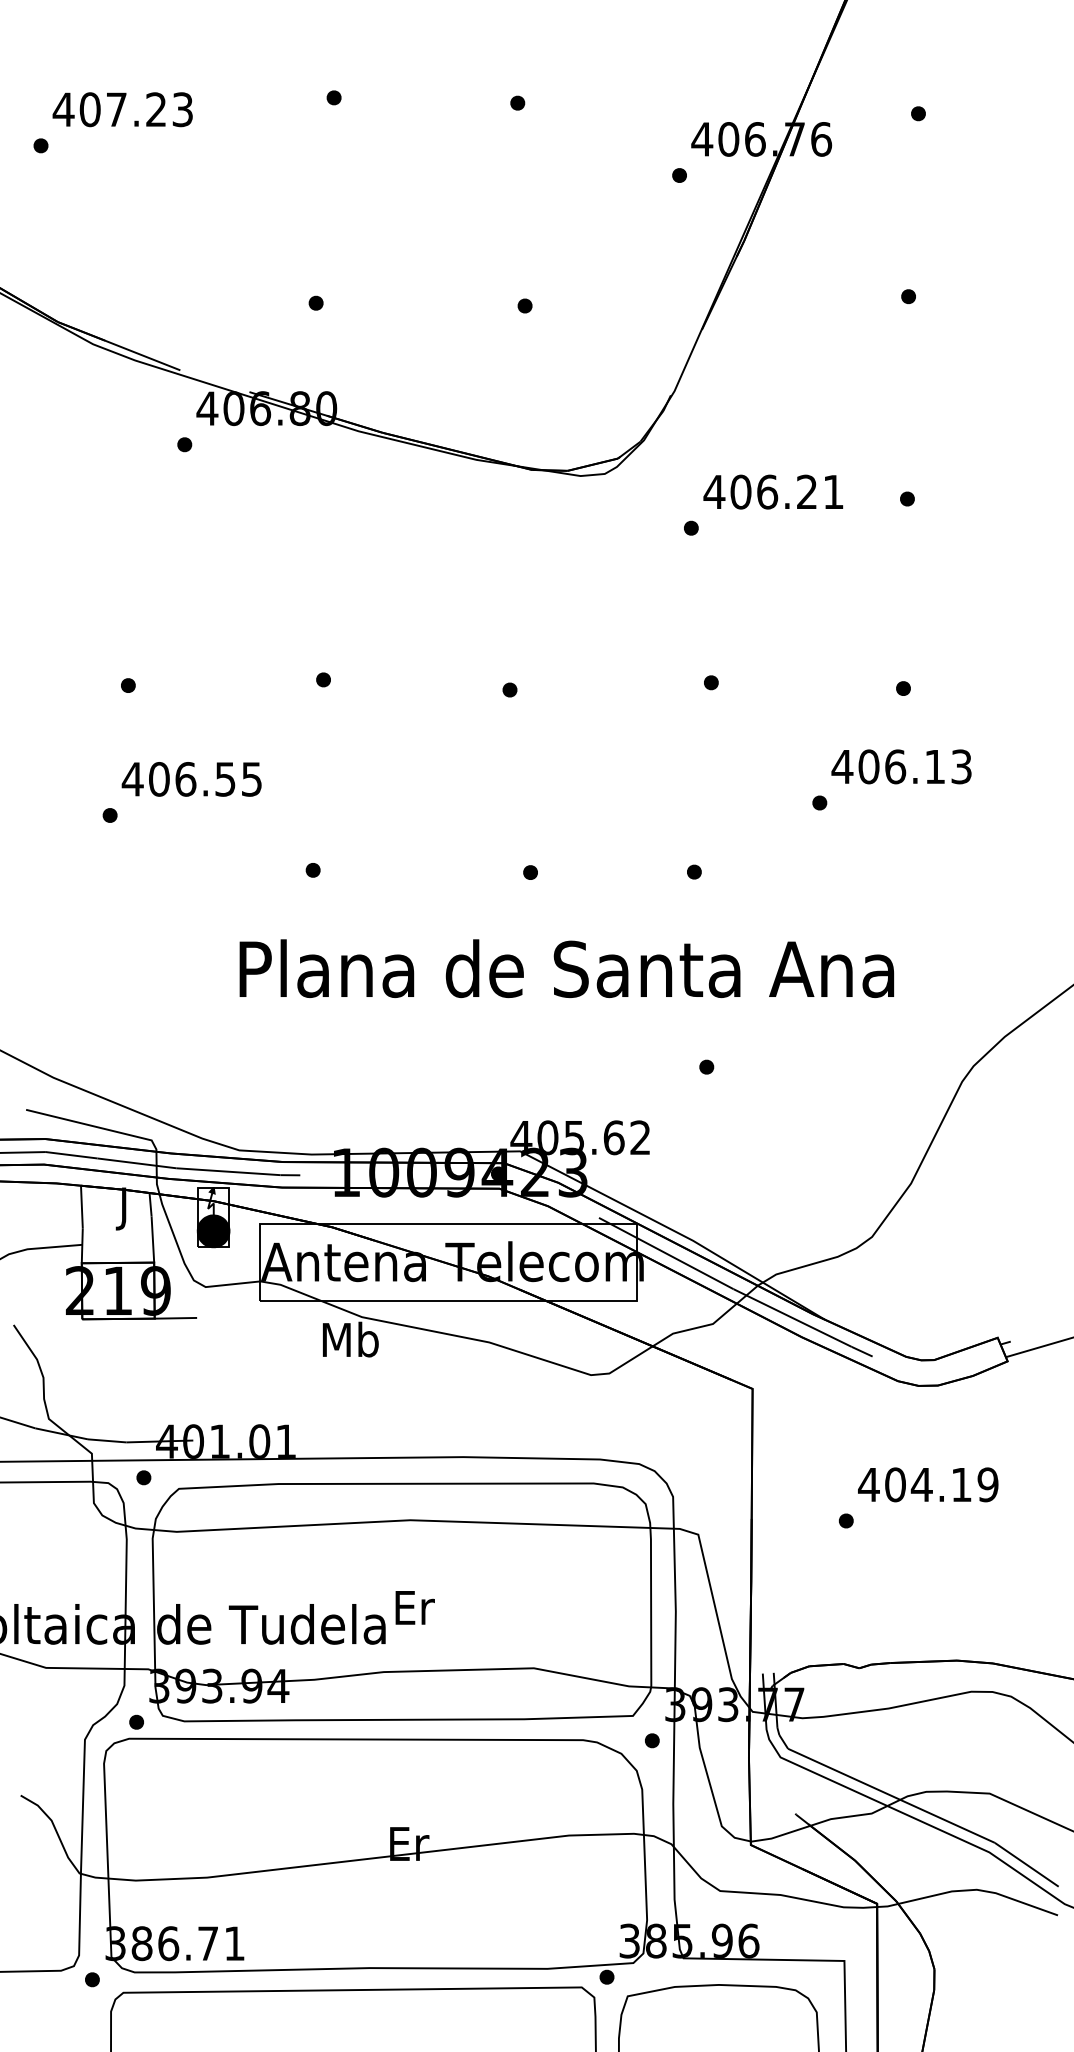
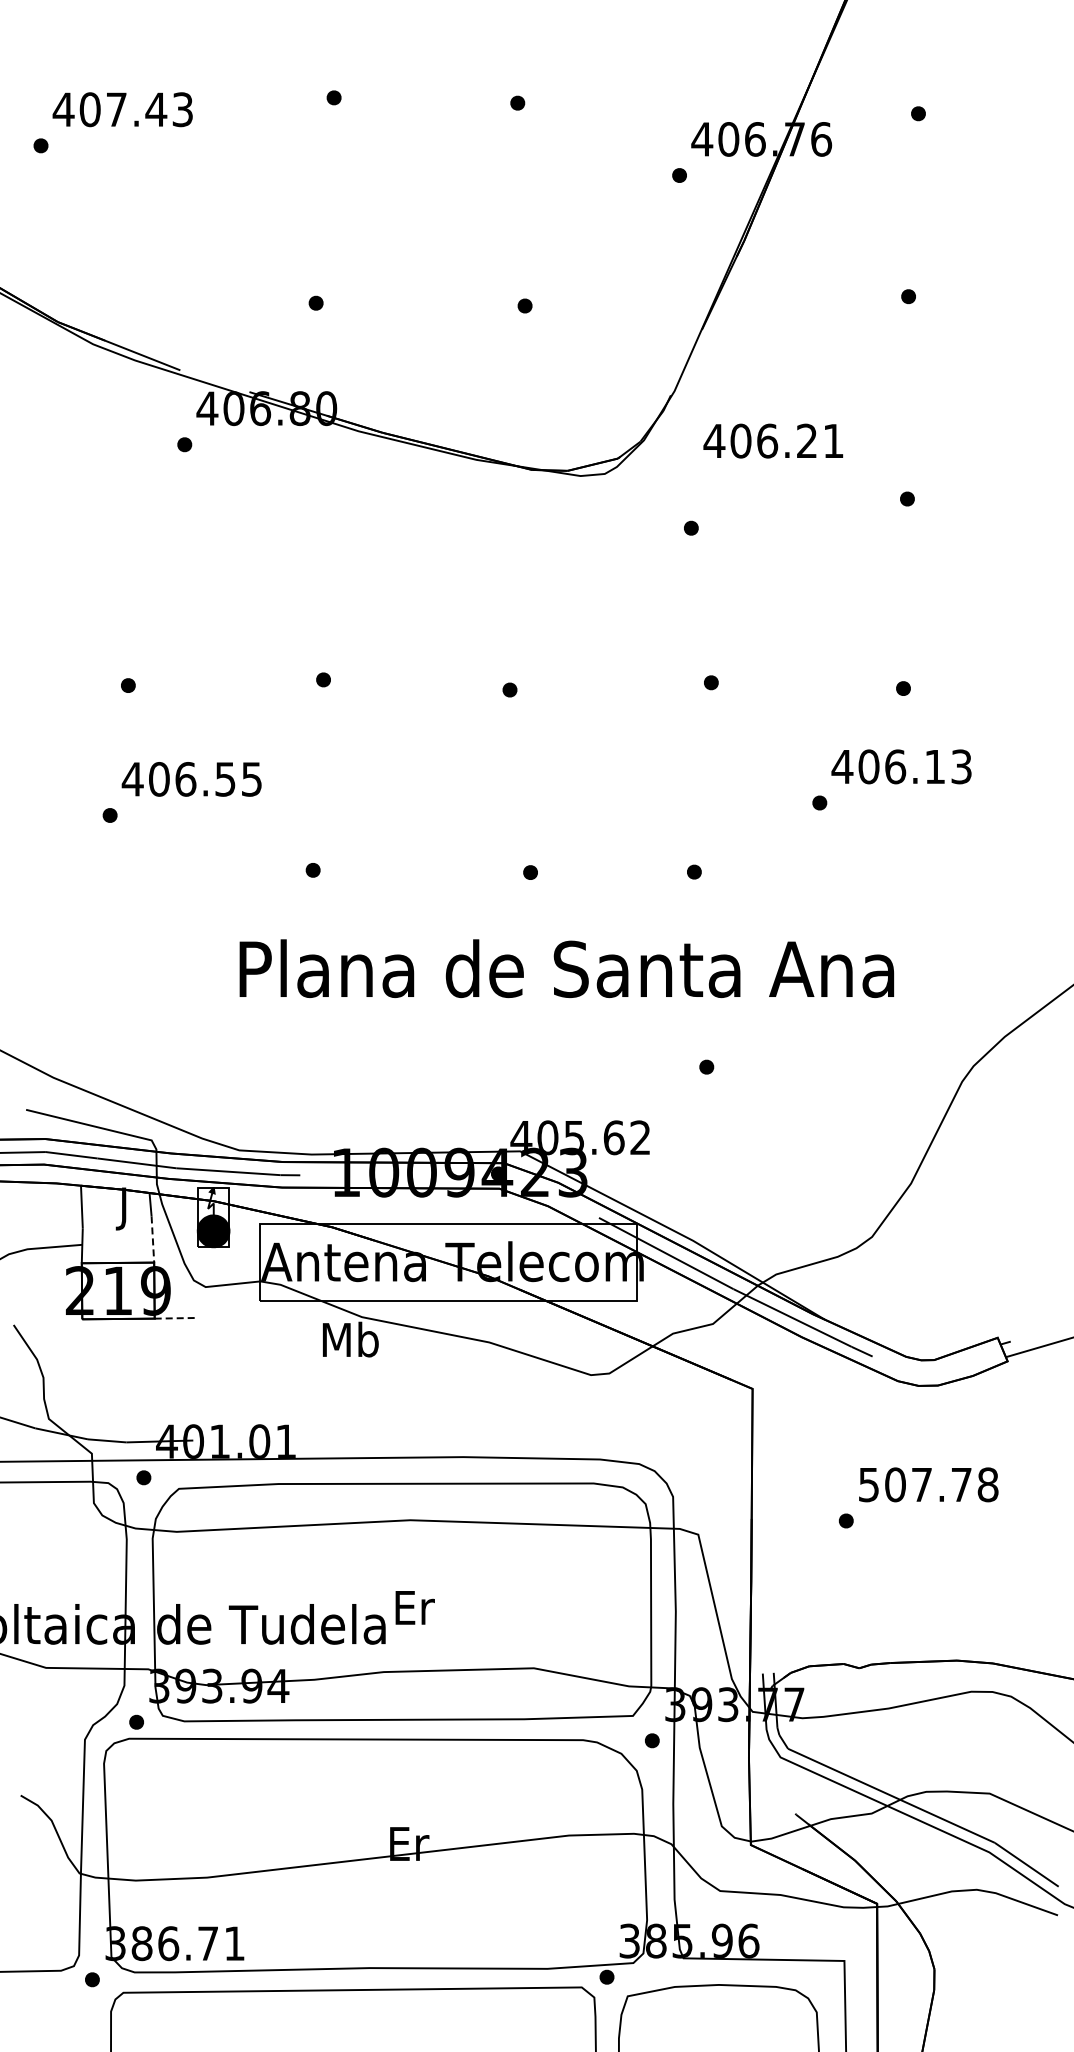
text at (156, 109): 407.23 -> 407.43
text at (773, 491) position: (773, 491) -> (773, 440)
line at (152, 1240): solid -> dashed
line at (176, 1318): solid -> dashed
text at (928, 1484): 404.19 -> 507.78
